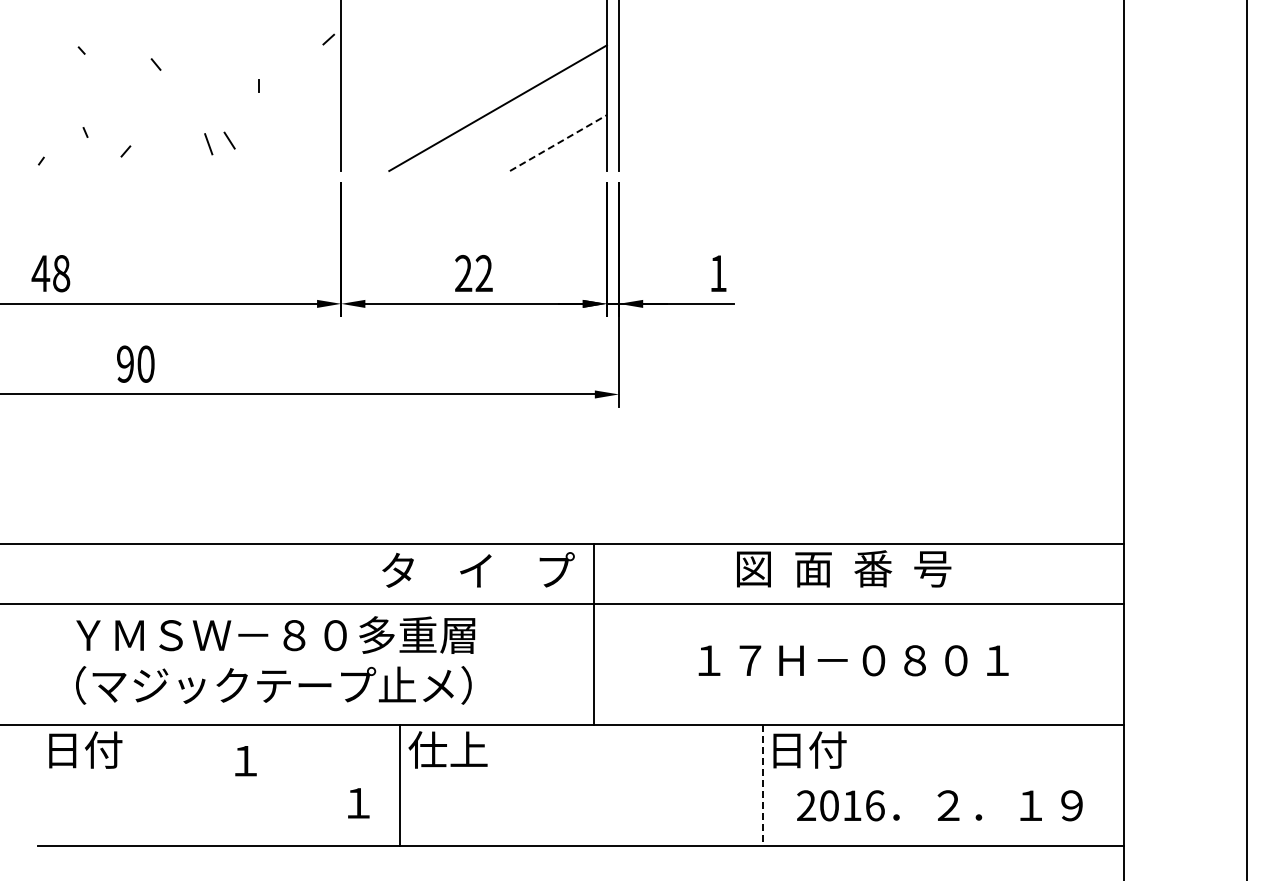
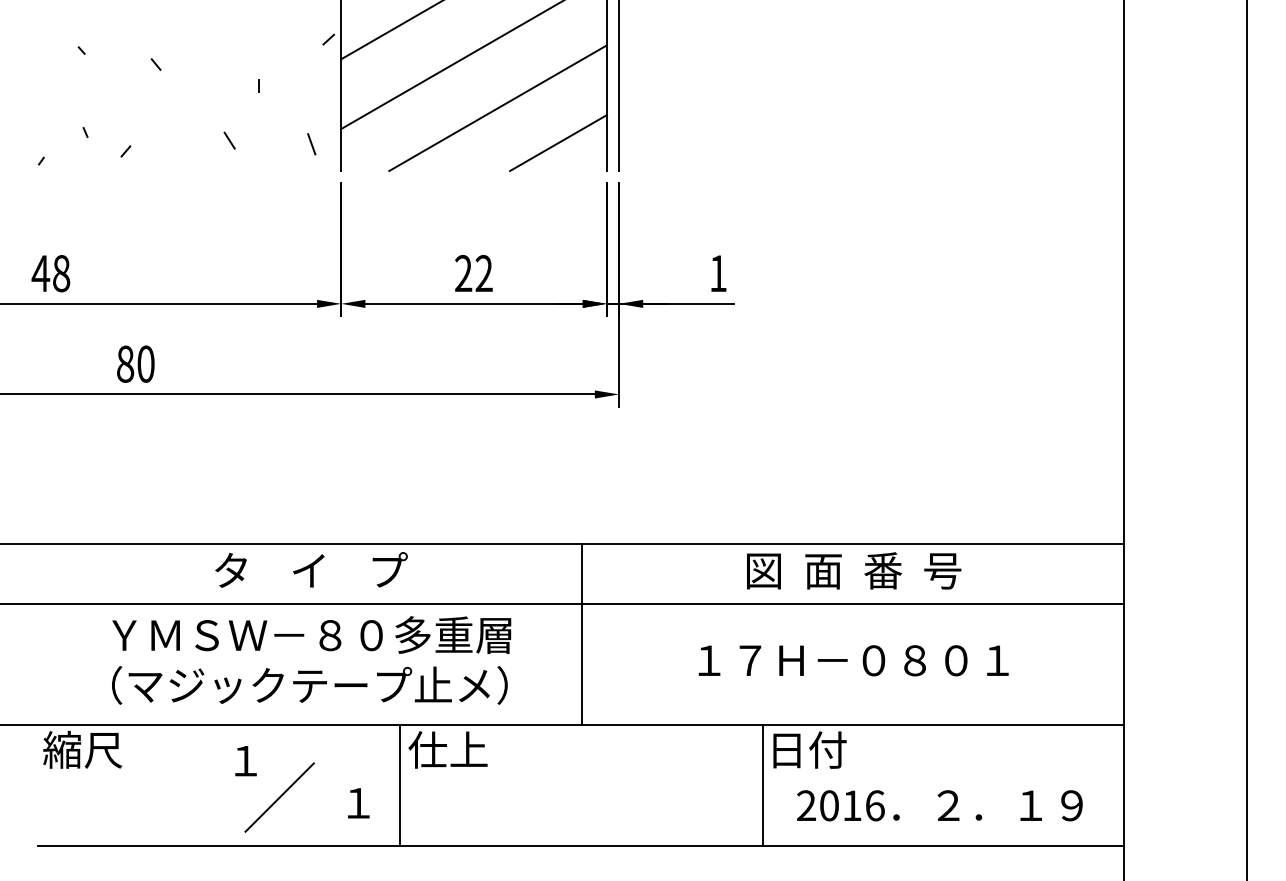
line at (390, 30): none -> present
line at (450, 65): none -> present
line at (558, 143): dashed -> solid
line at (208, 144) position: (208, 144) -> (311, 144)
text at (125, 363): 90 -> 80
text at (844, 568) position: (844, 568) -> (854, 570)
text at (478, 569) position: (478, 569) -> (311, 569)
line at (593, 634) position: (593, 634) -> (581, 634)
text at (275, 660) position: (275, 660) -> (311, 660)
text at (82, 749): 日付 -> 縮尺
line at (762, 786): dashed -> solid
line at (279, 797): none -> present
